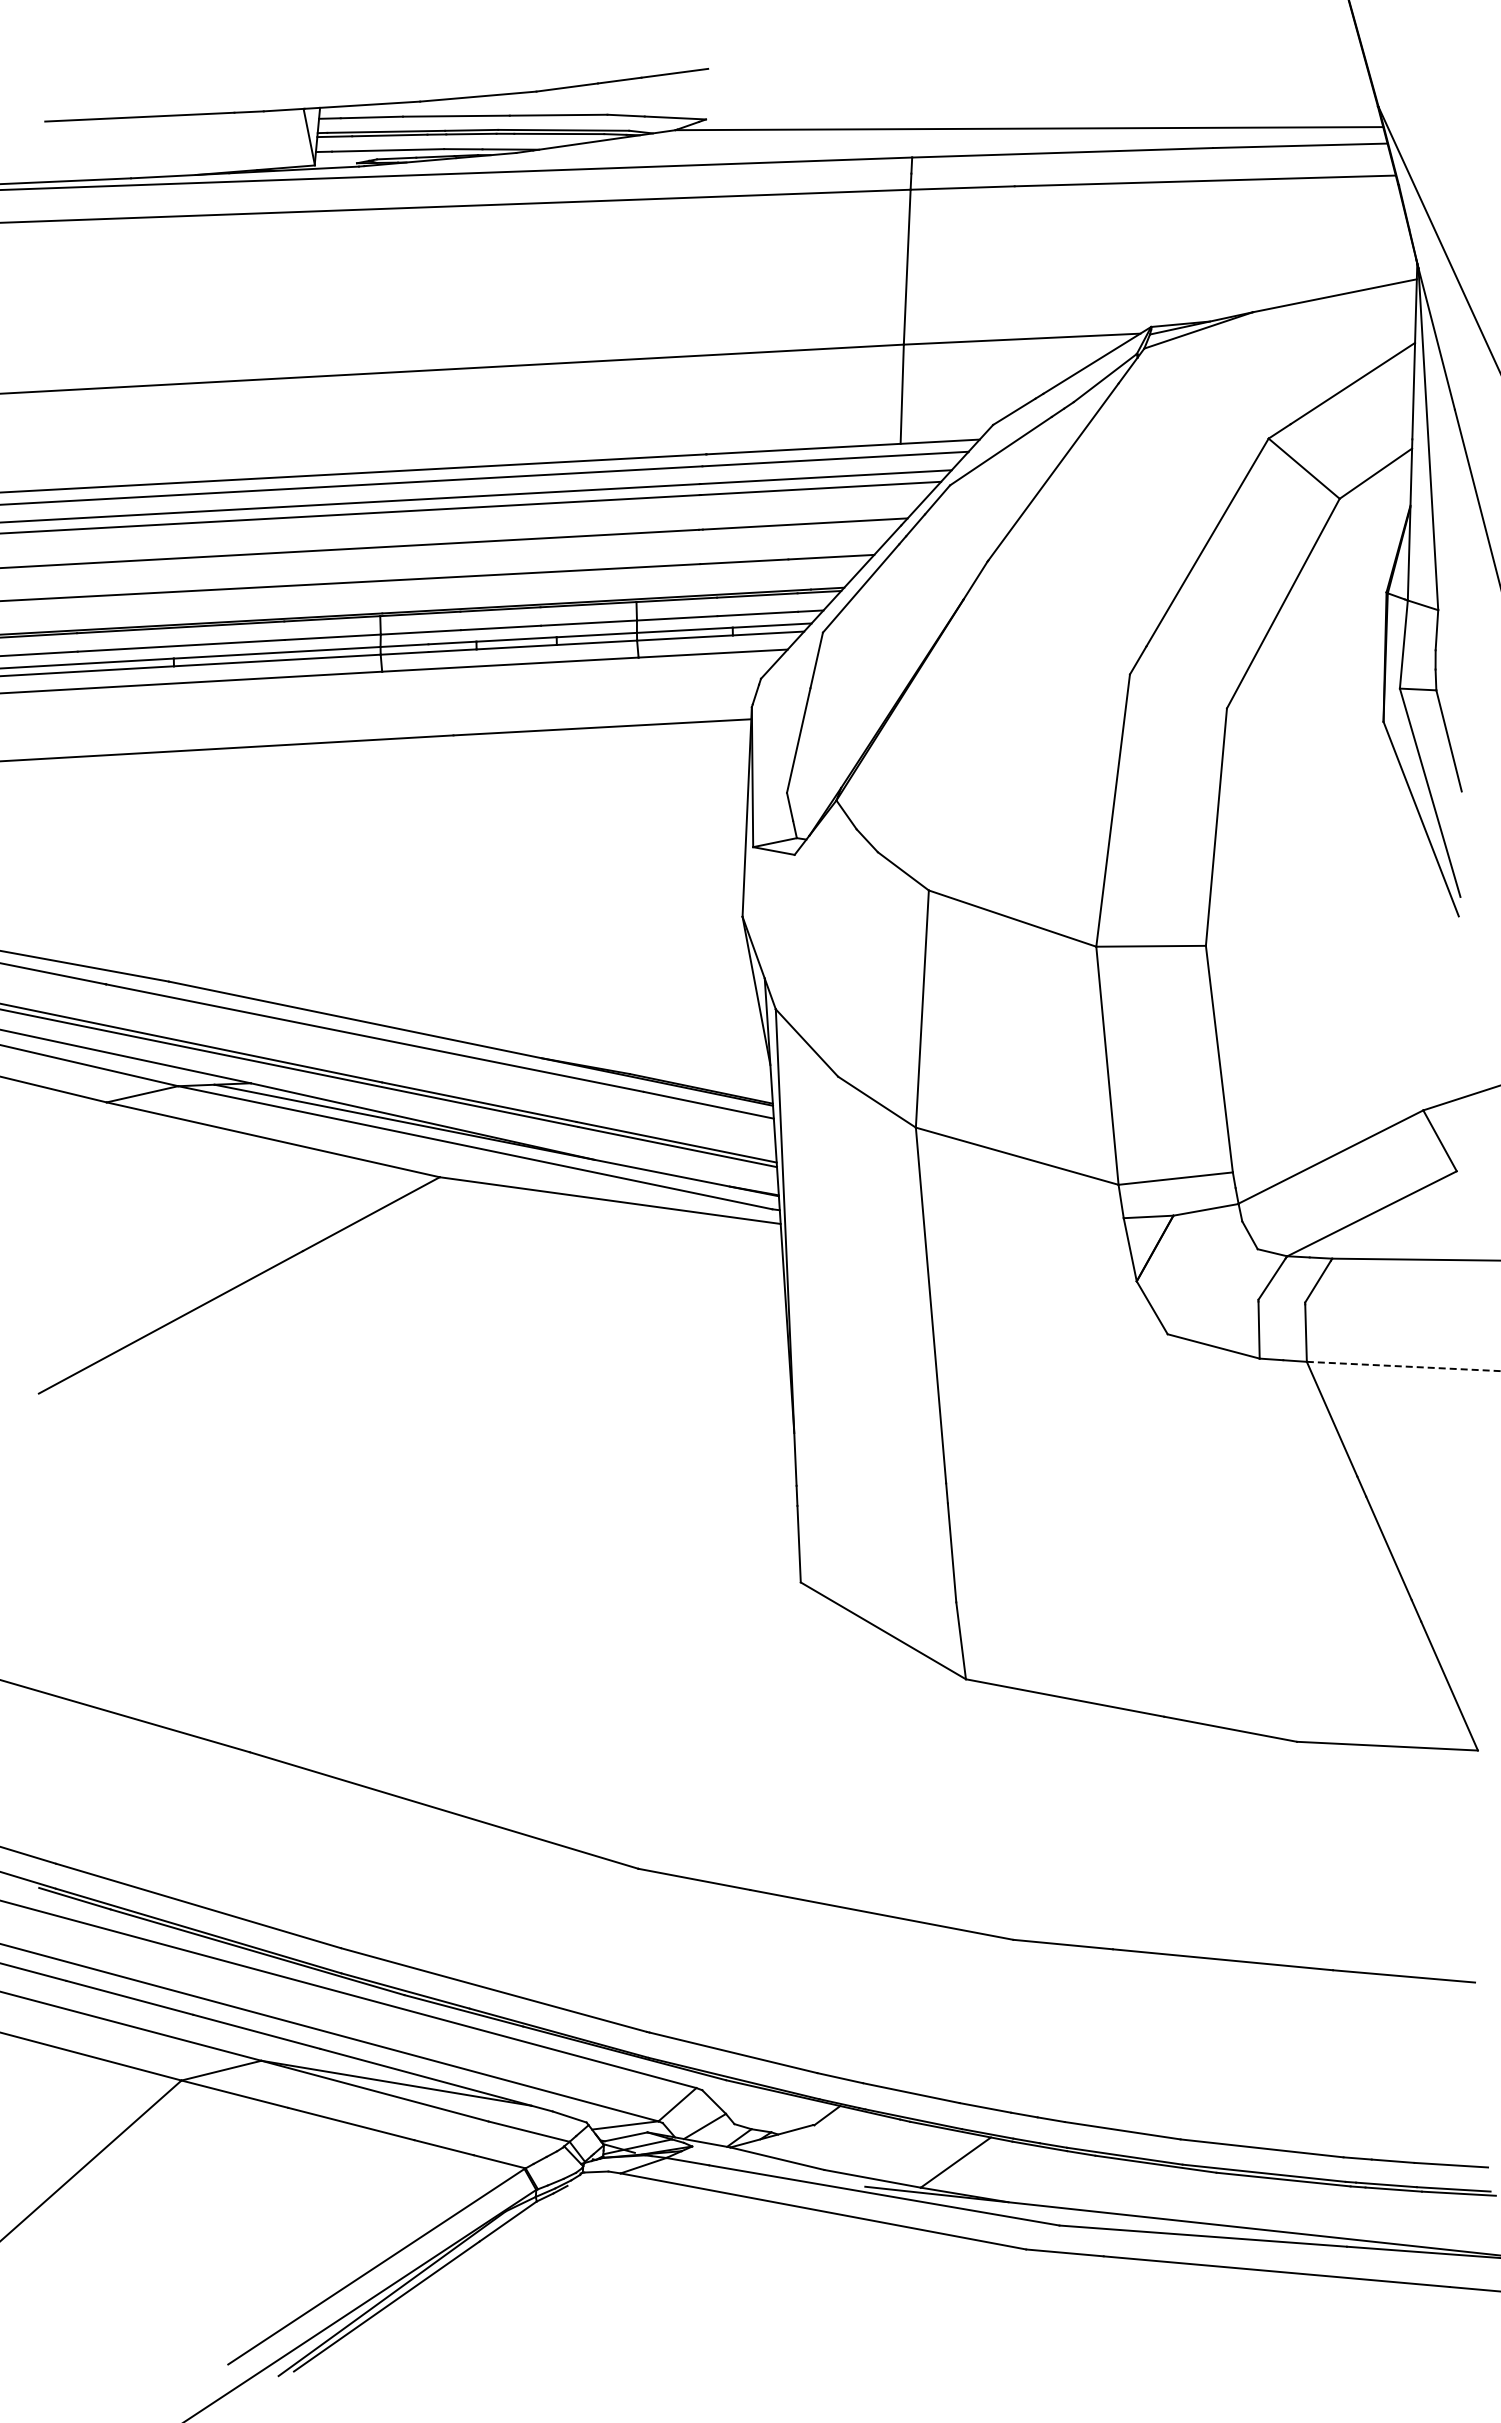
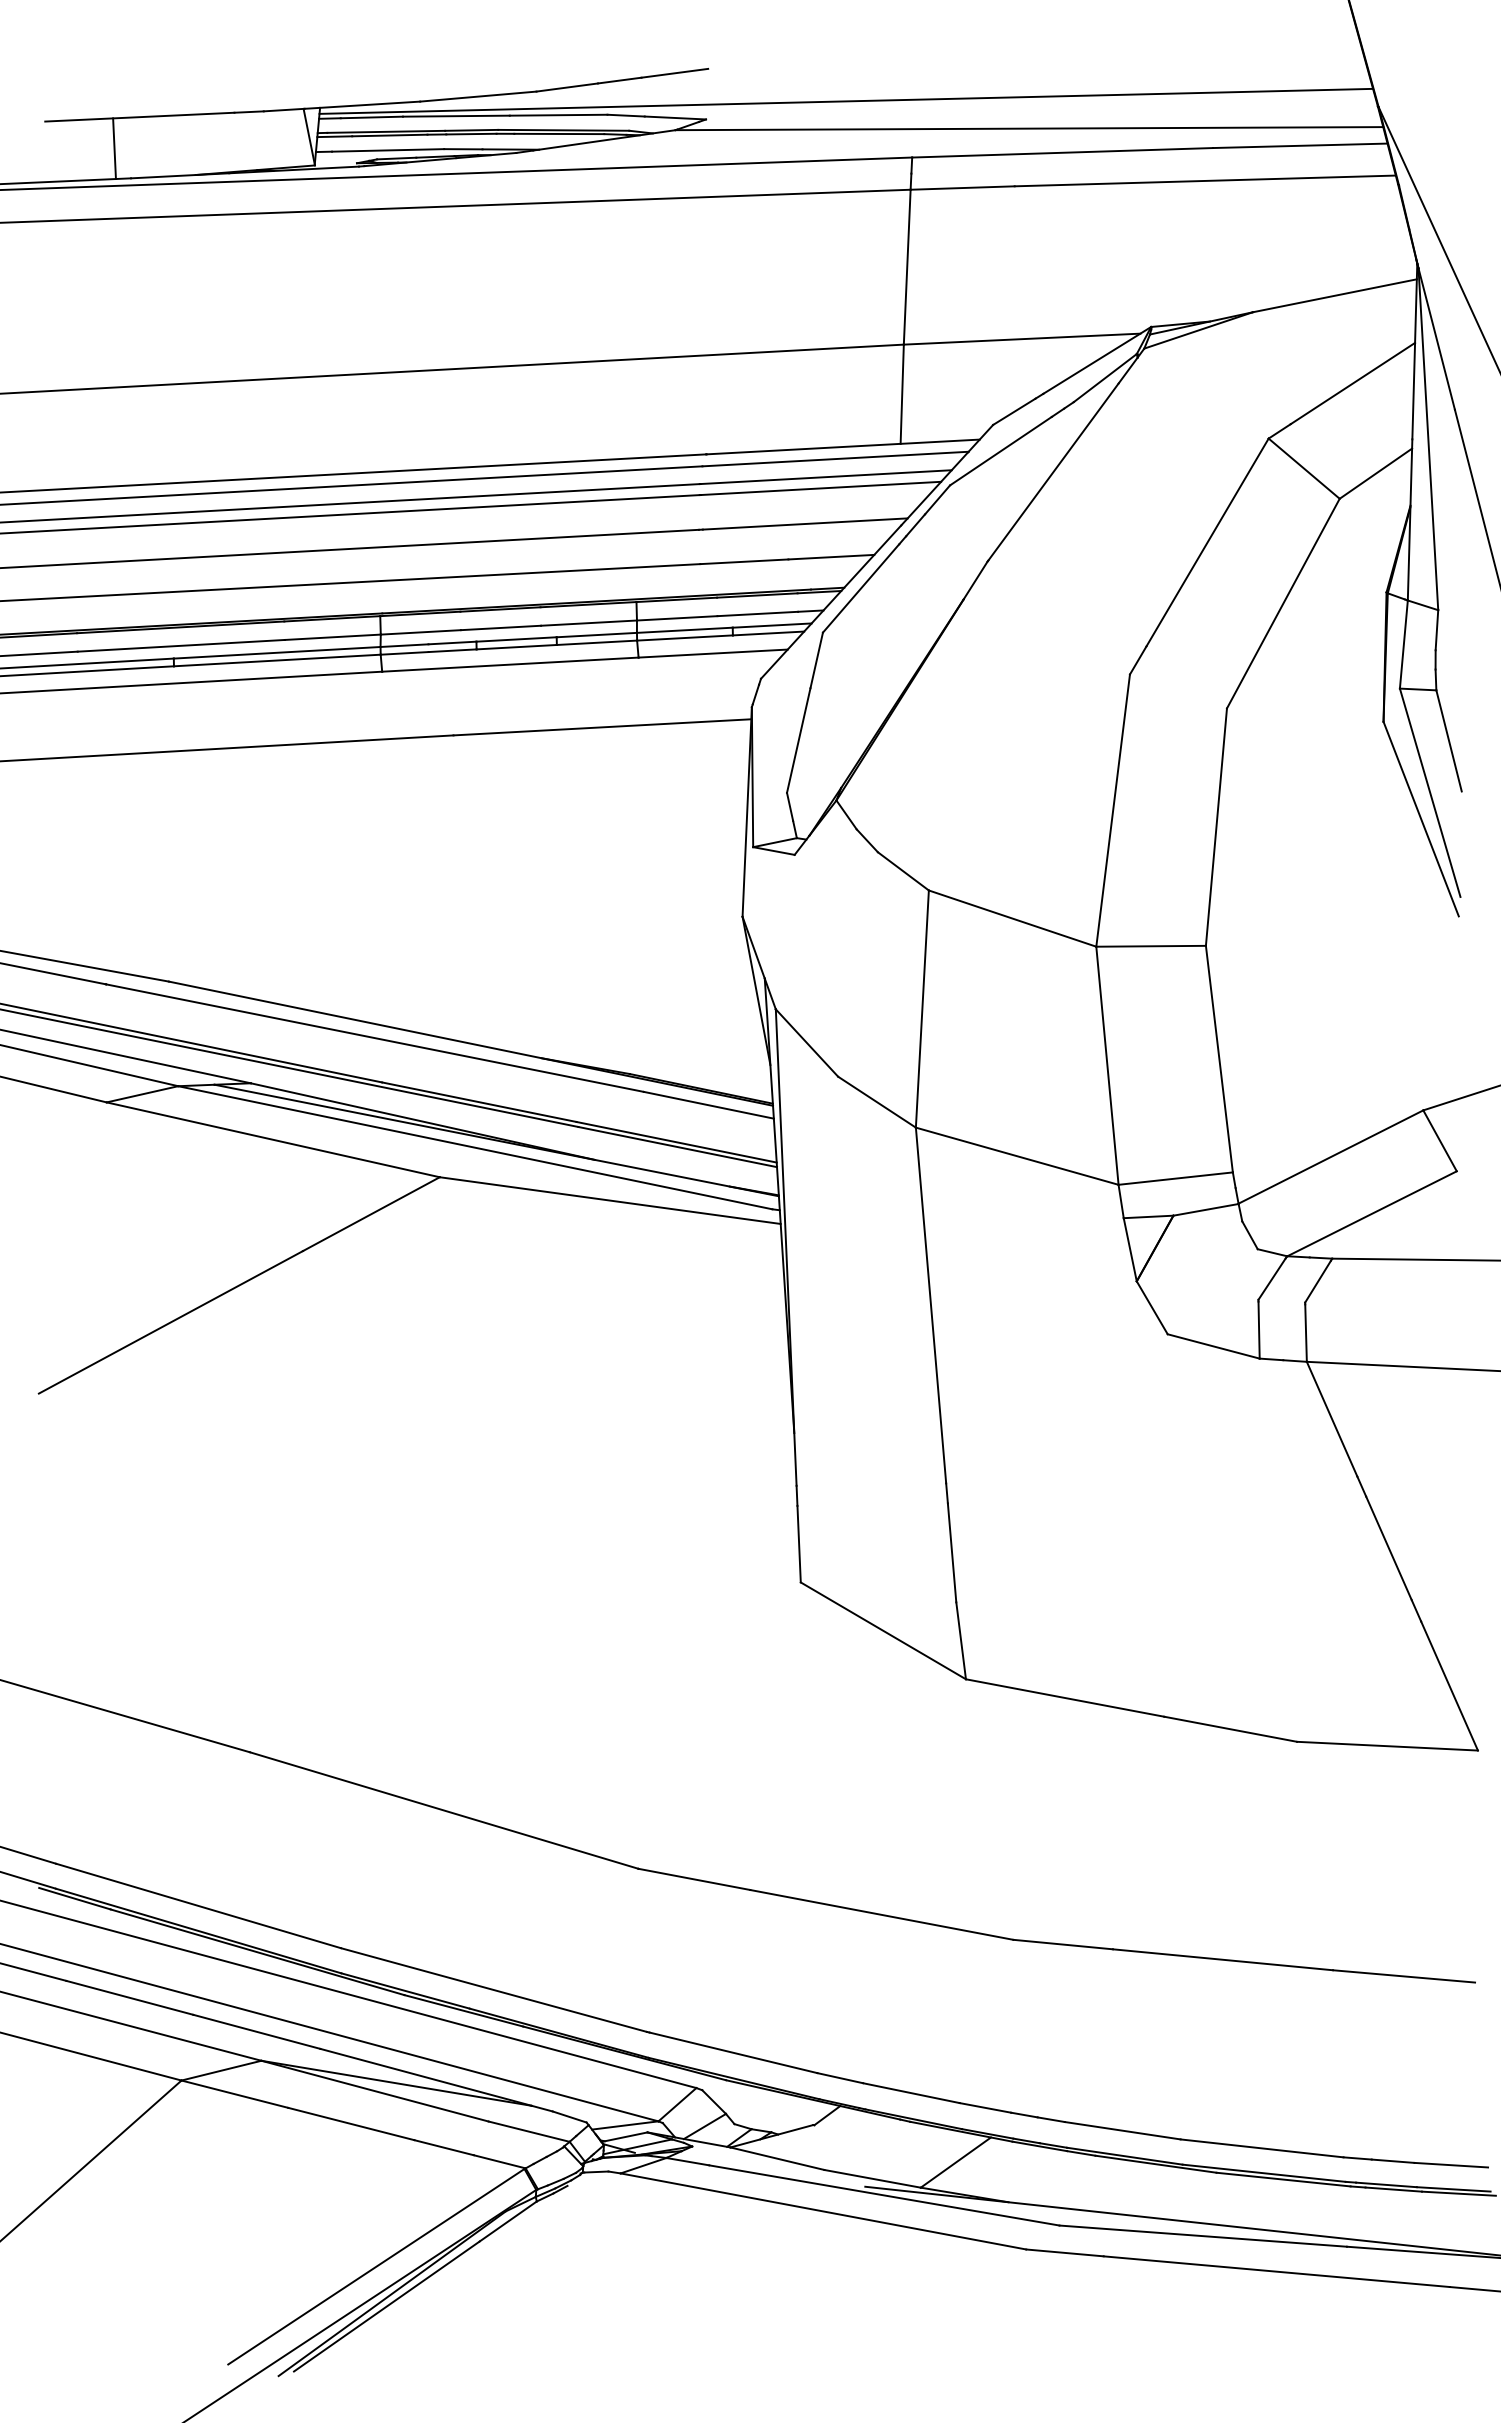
line at (846, 100): none -> present
line at (114, 148): none -> present
line at (1403, 1366): dashed -> solid
